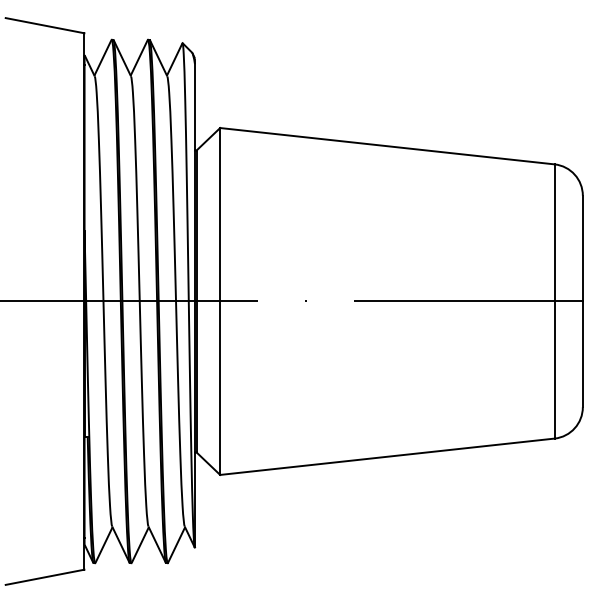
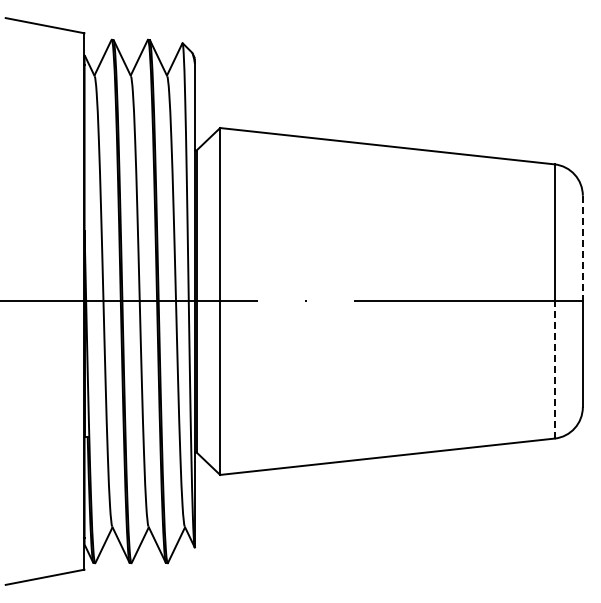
line at (582, 248): solid -> dashed
line at (554, 370): solid -> dashed
